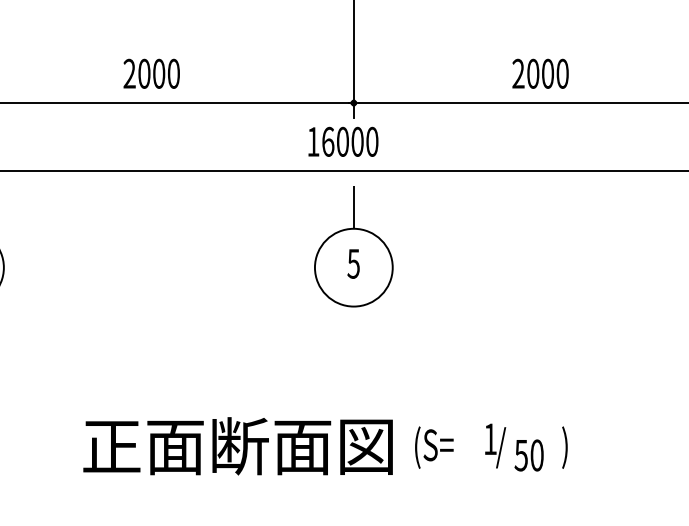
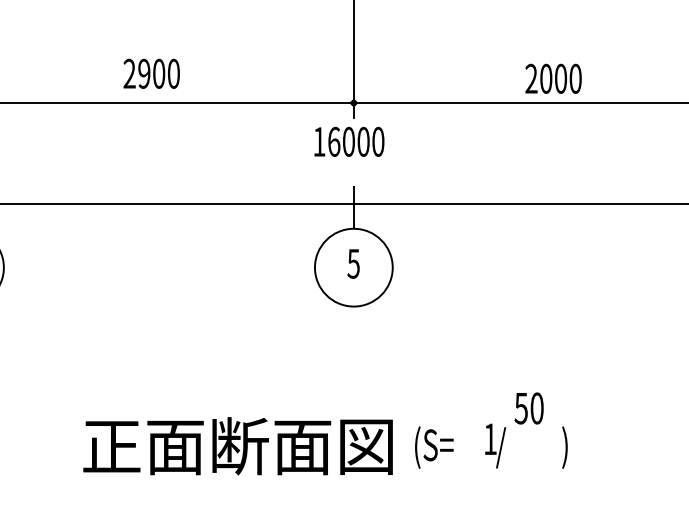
text at (144, 73): 2000 -> 2900
text at (540, 73) position: (540, 73) -> (553, 78)
text at (343, 141) position: (343, 141) -> (349, 141)
line at (343, 171) position: (343, 171) -> (343, 204)
text at (528, 455) position: (528, 455) -> (528, 408)
